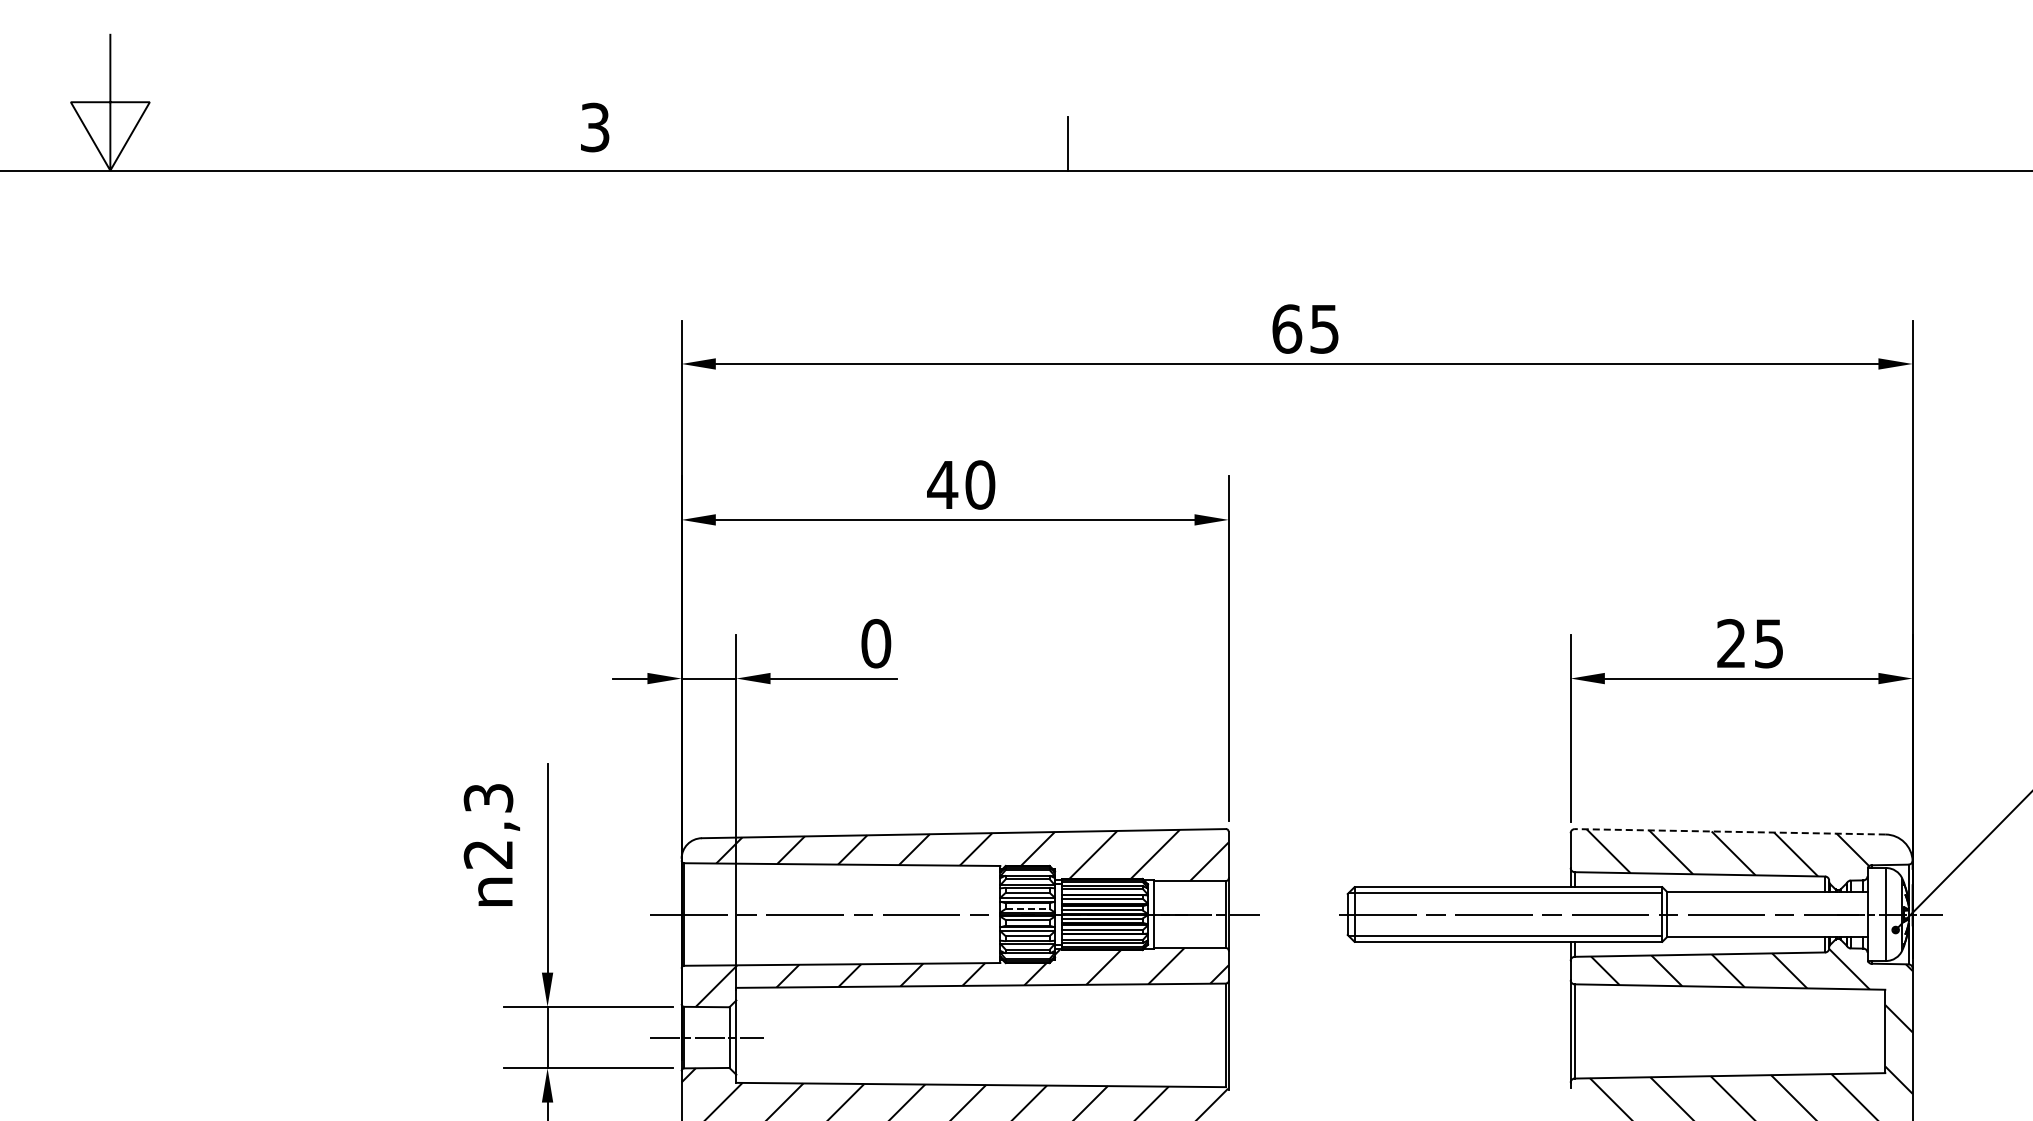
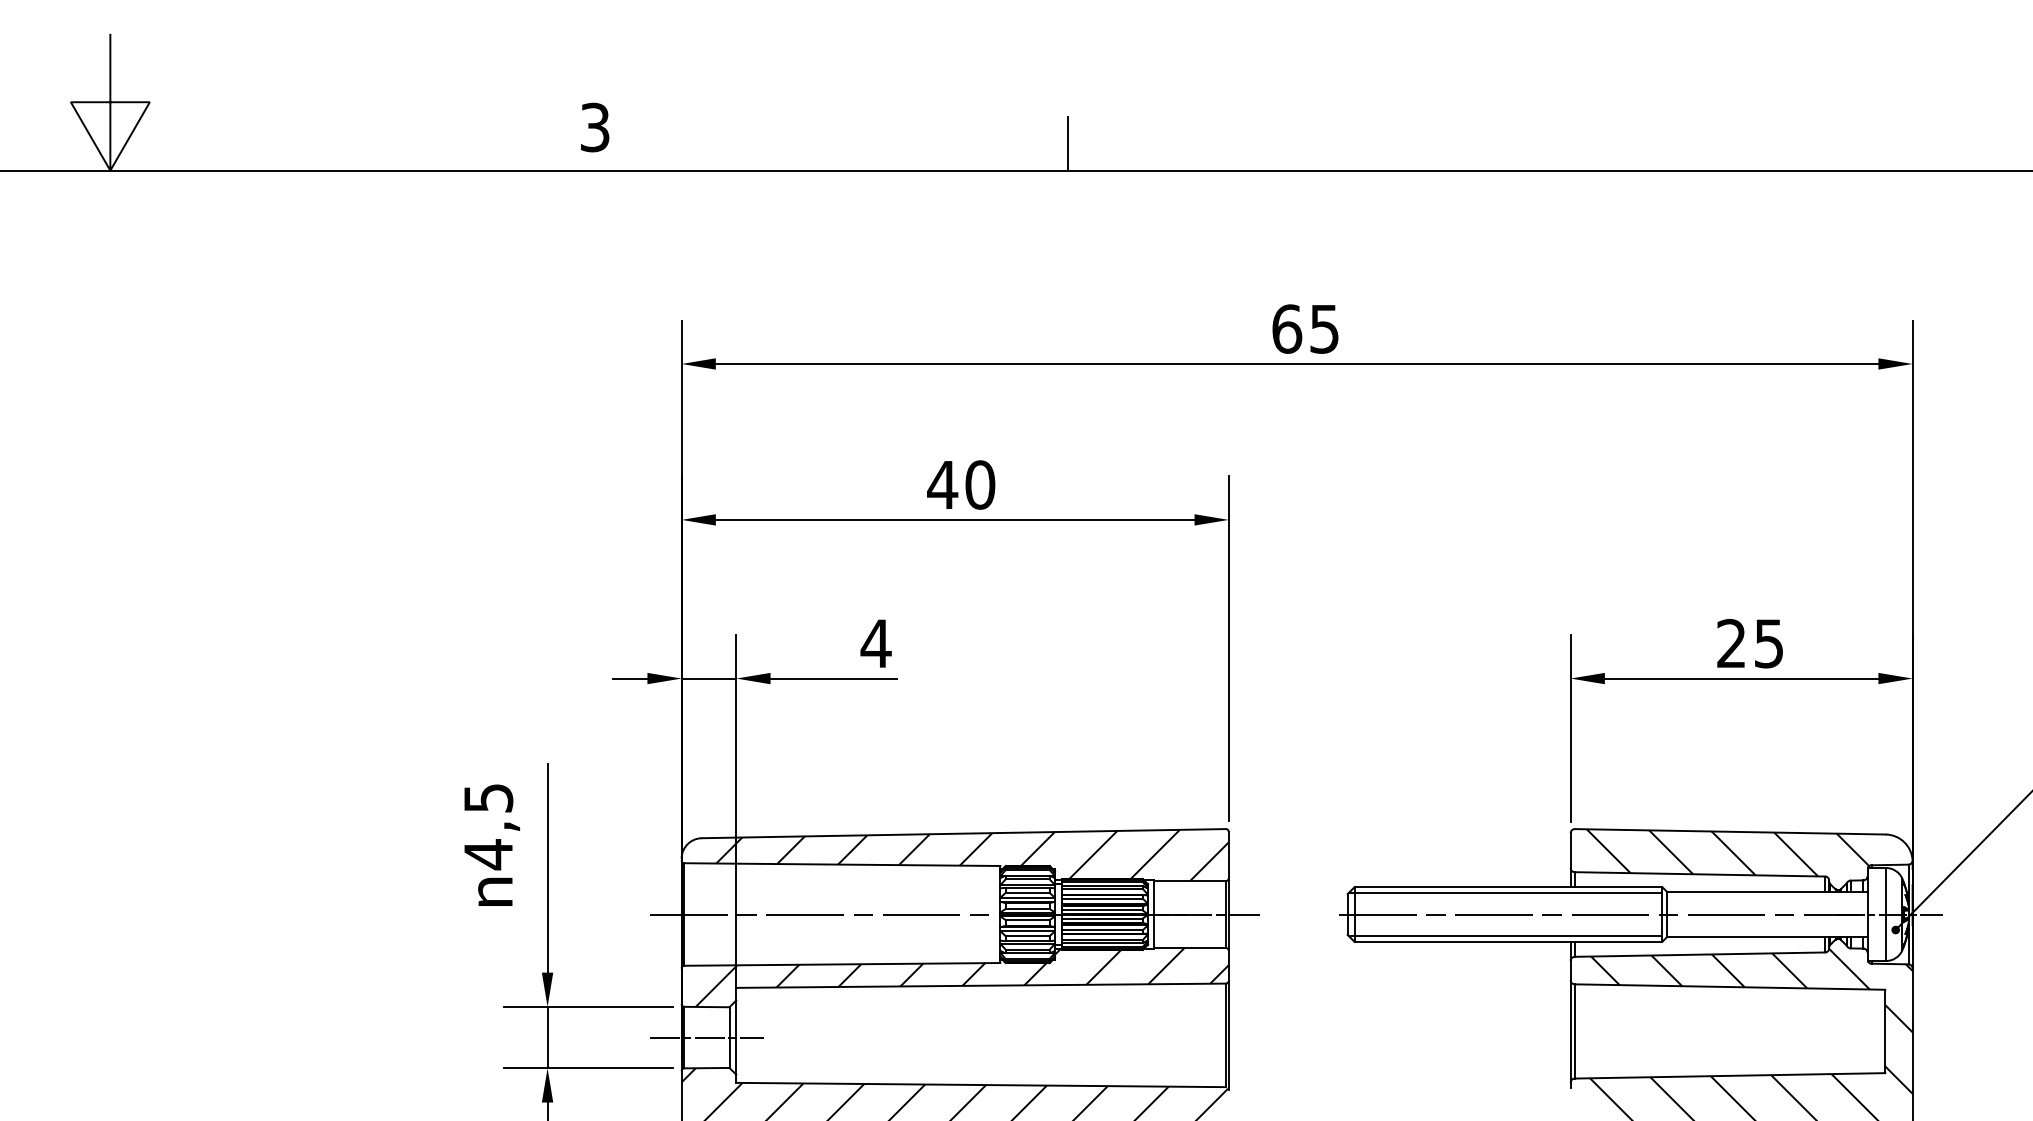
text at (875, 643): 0 -> 4
text at (487, 827): 2,3 -> 4,5
line at (1729, 831): dashed -> solid
line at (1027, 908): dashed -> solid
